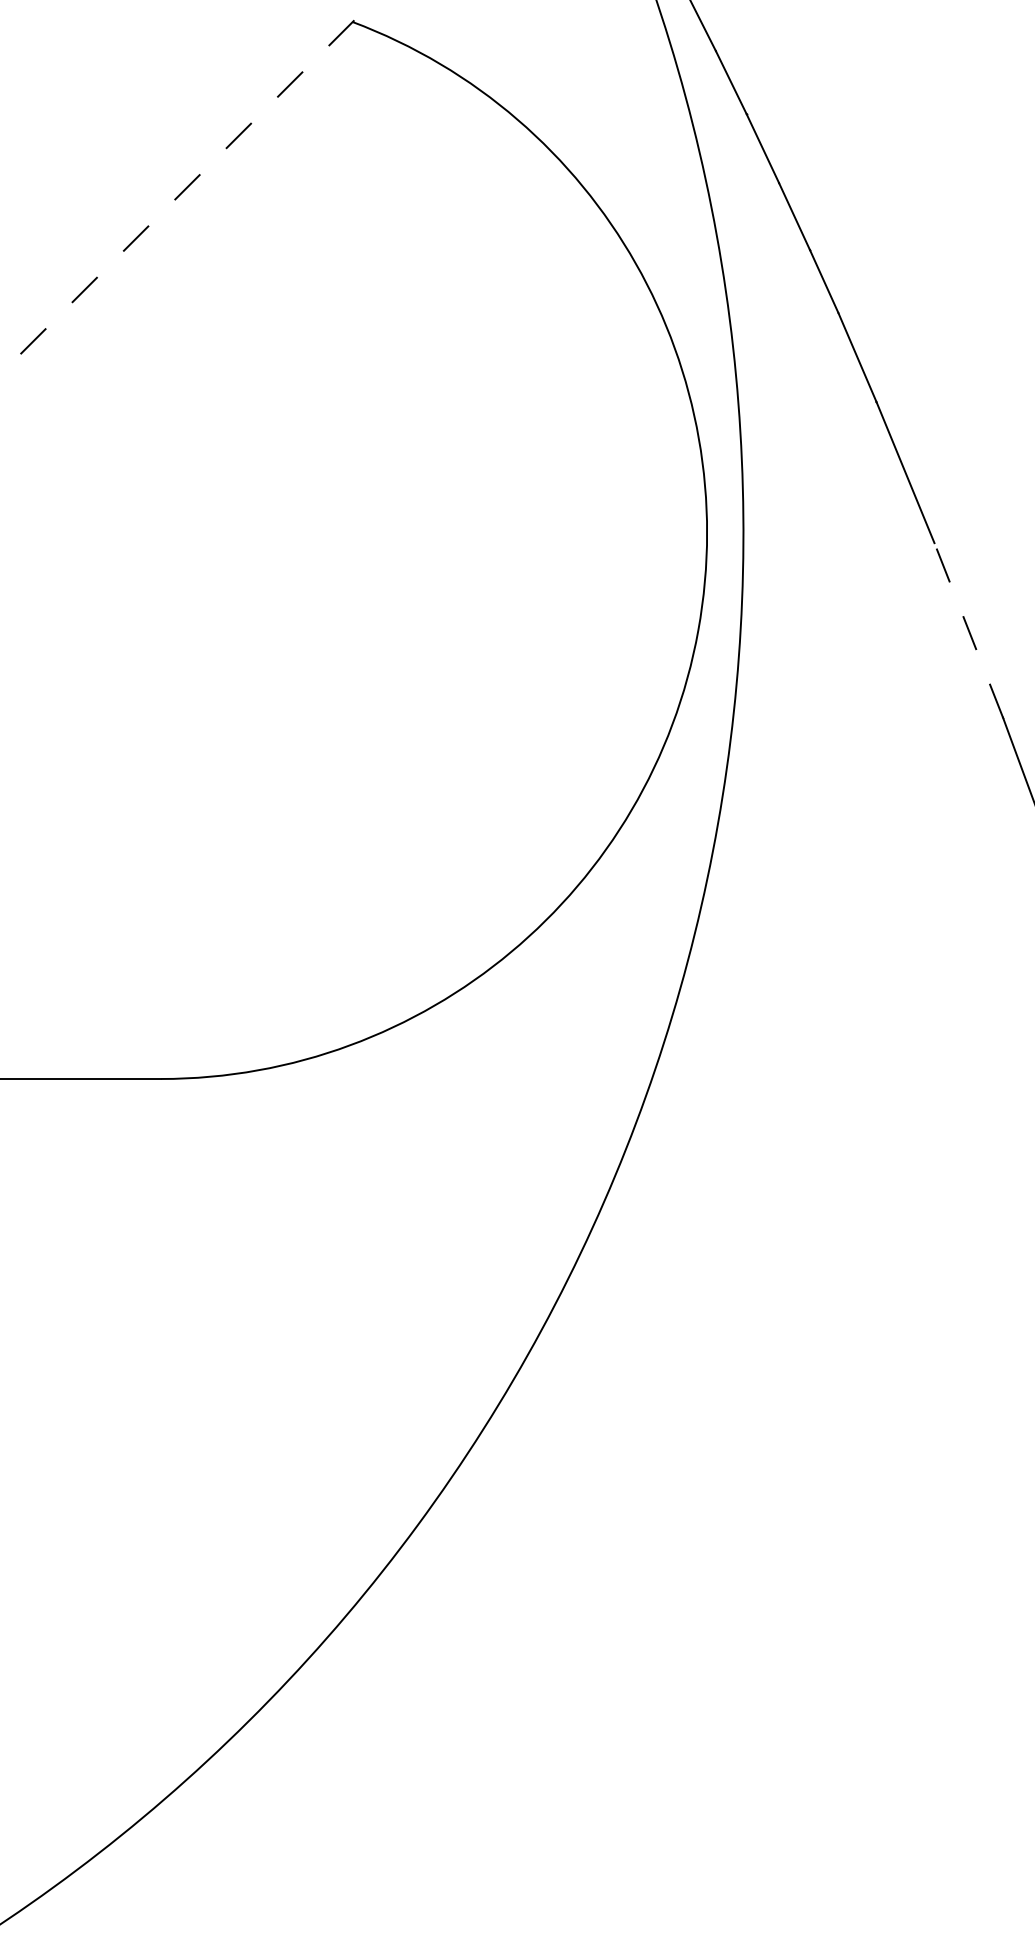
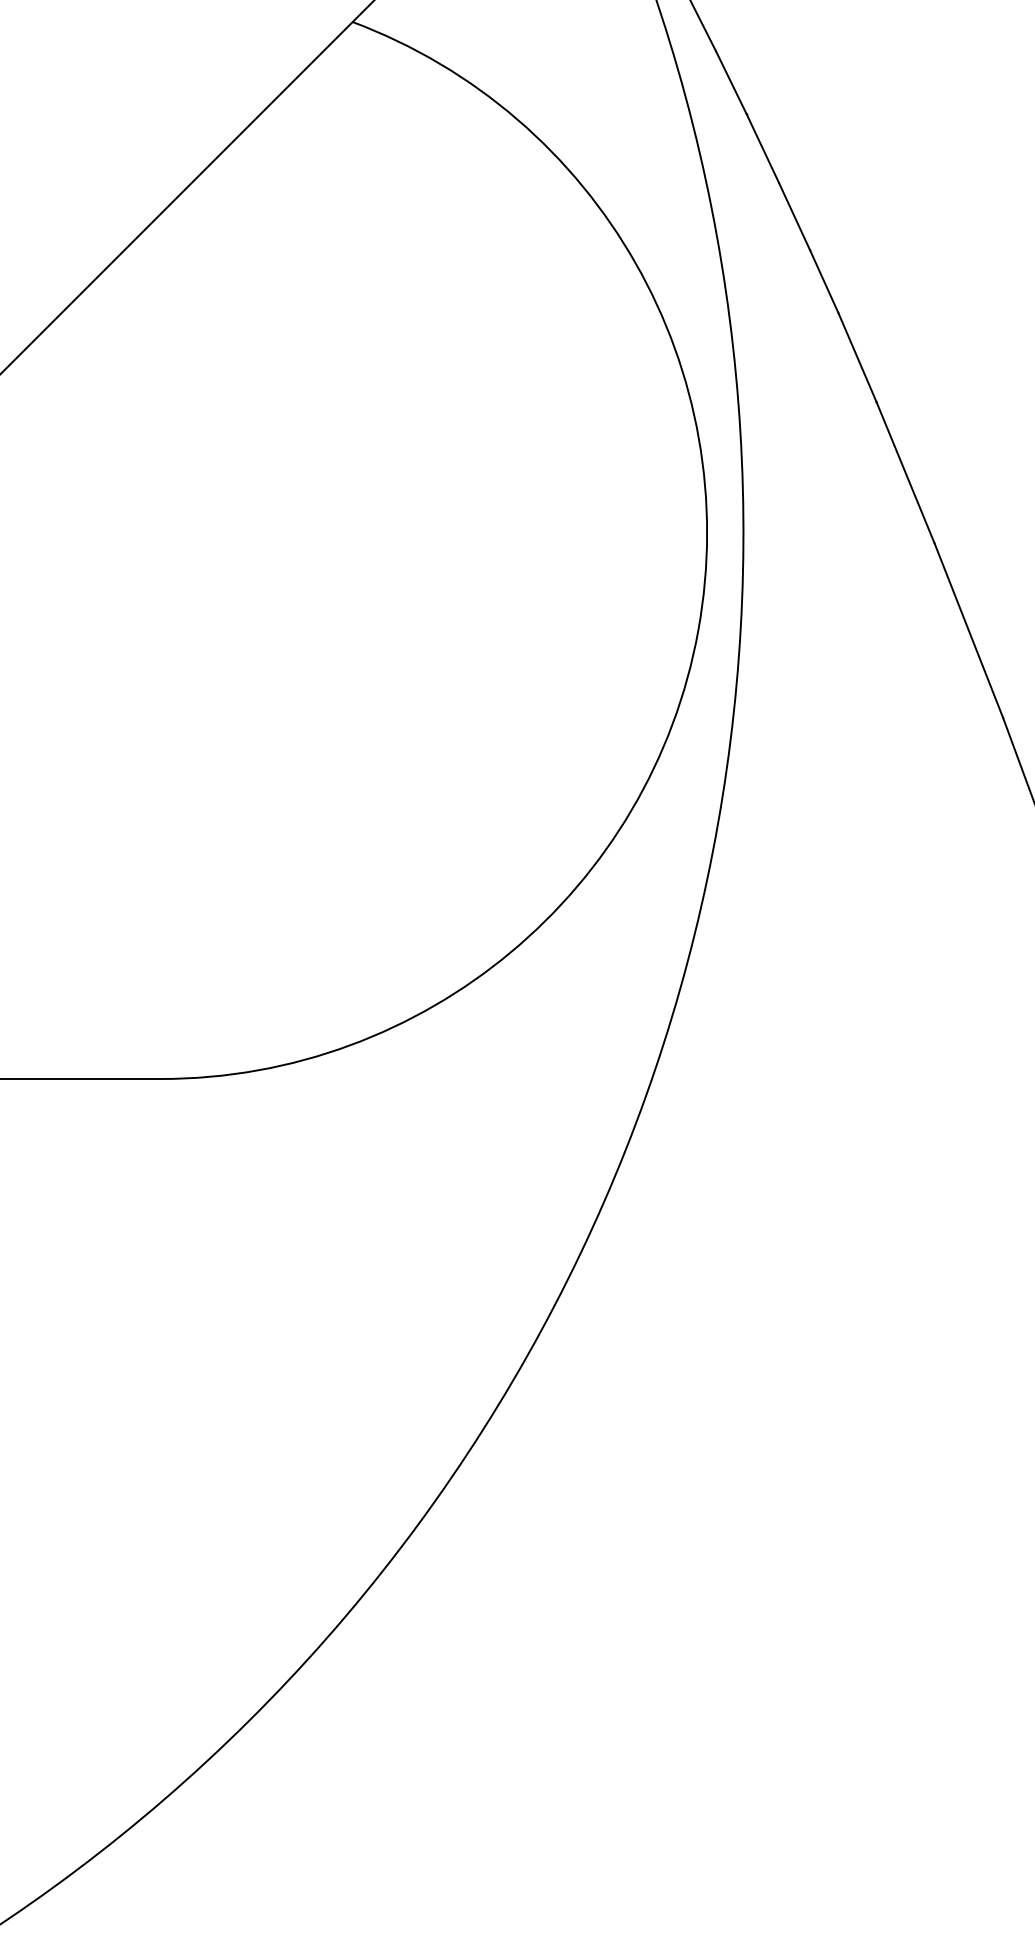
line at (187, 187): dashed -> solid
line at (968, 630): dashed -> solid
